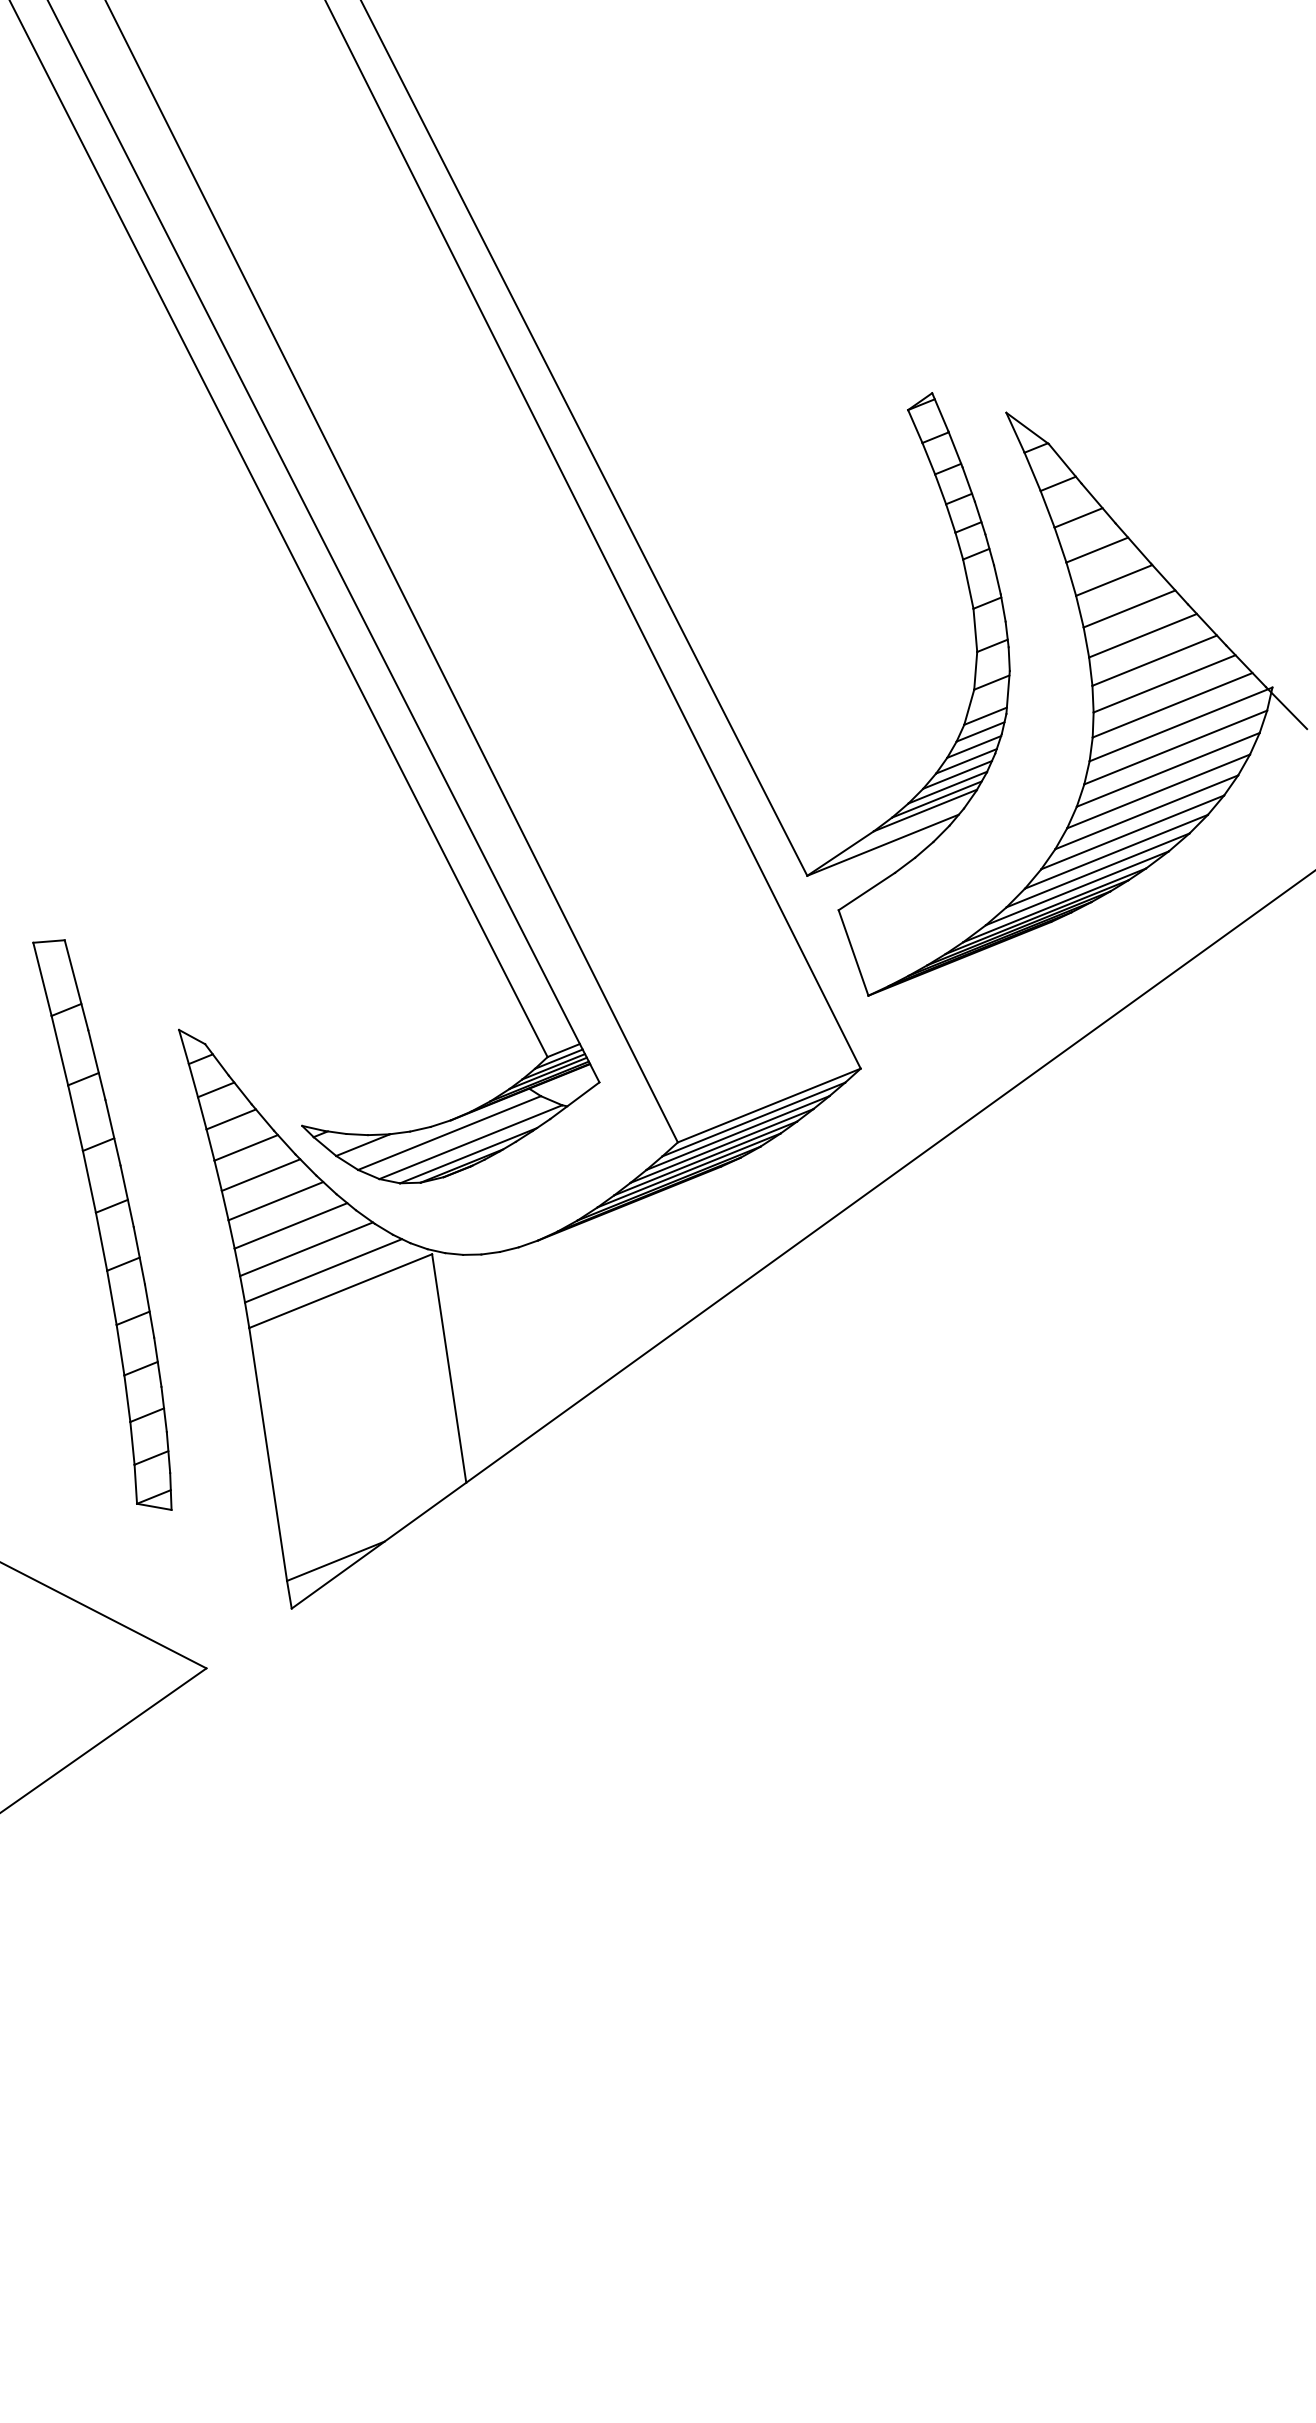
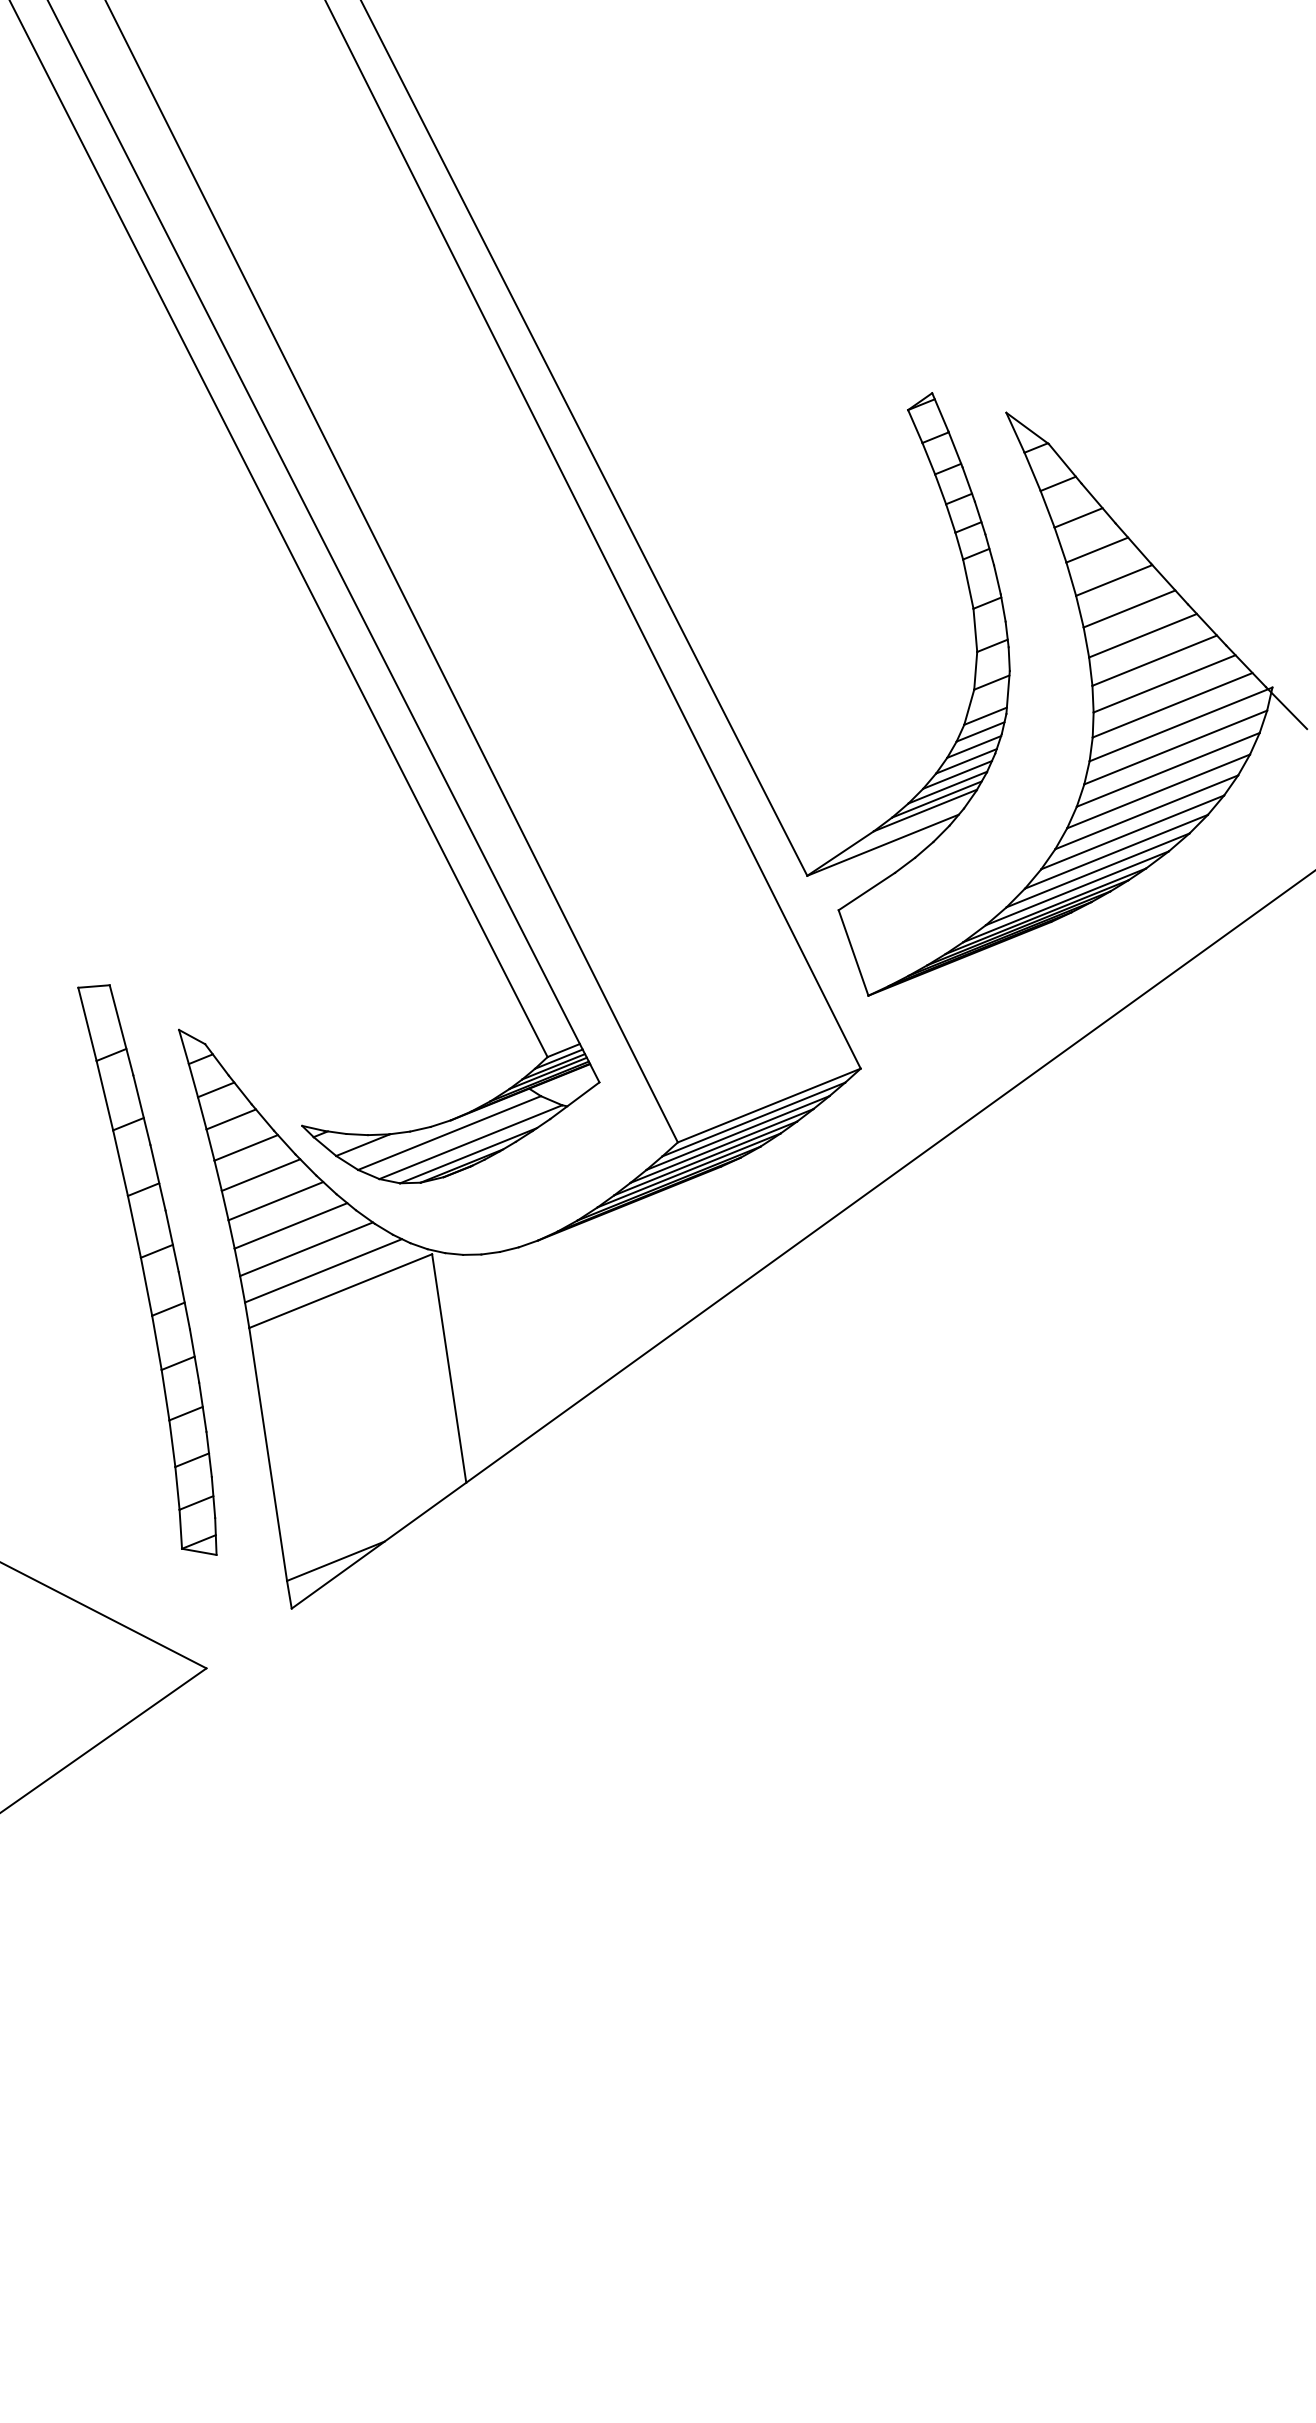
part at (102, 1224) position: (102, 1224) -> (147, 1269)
